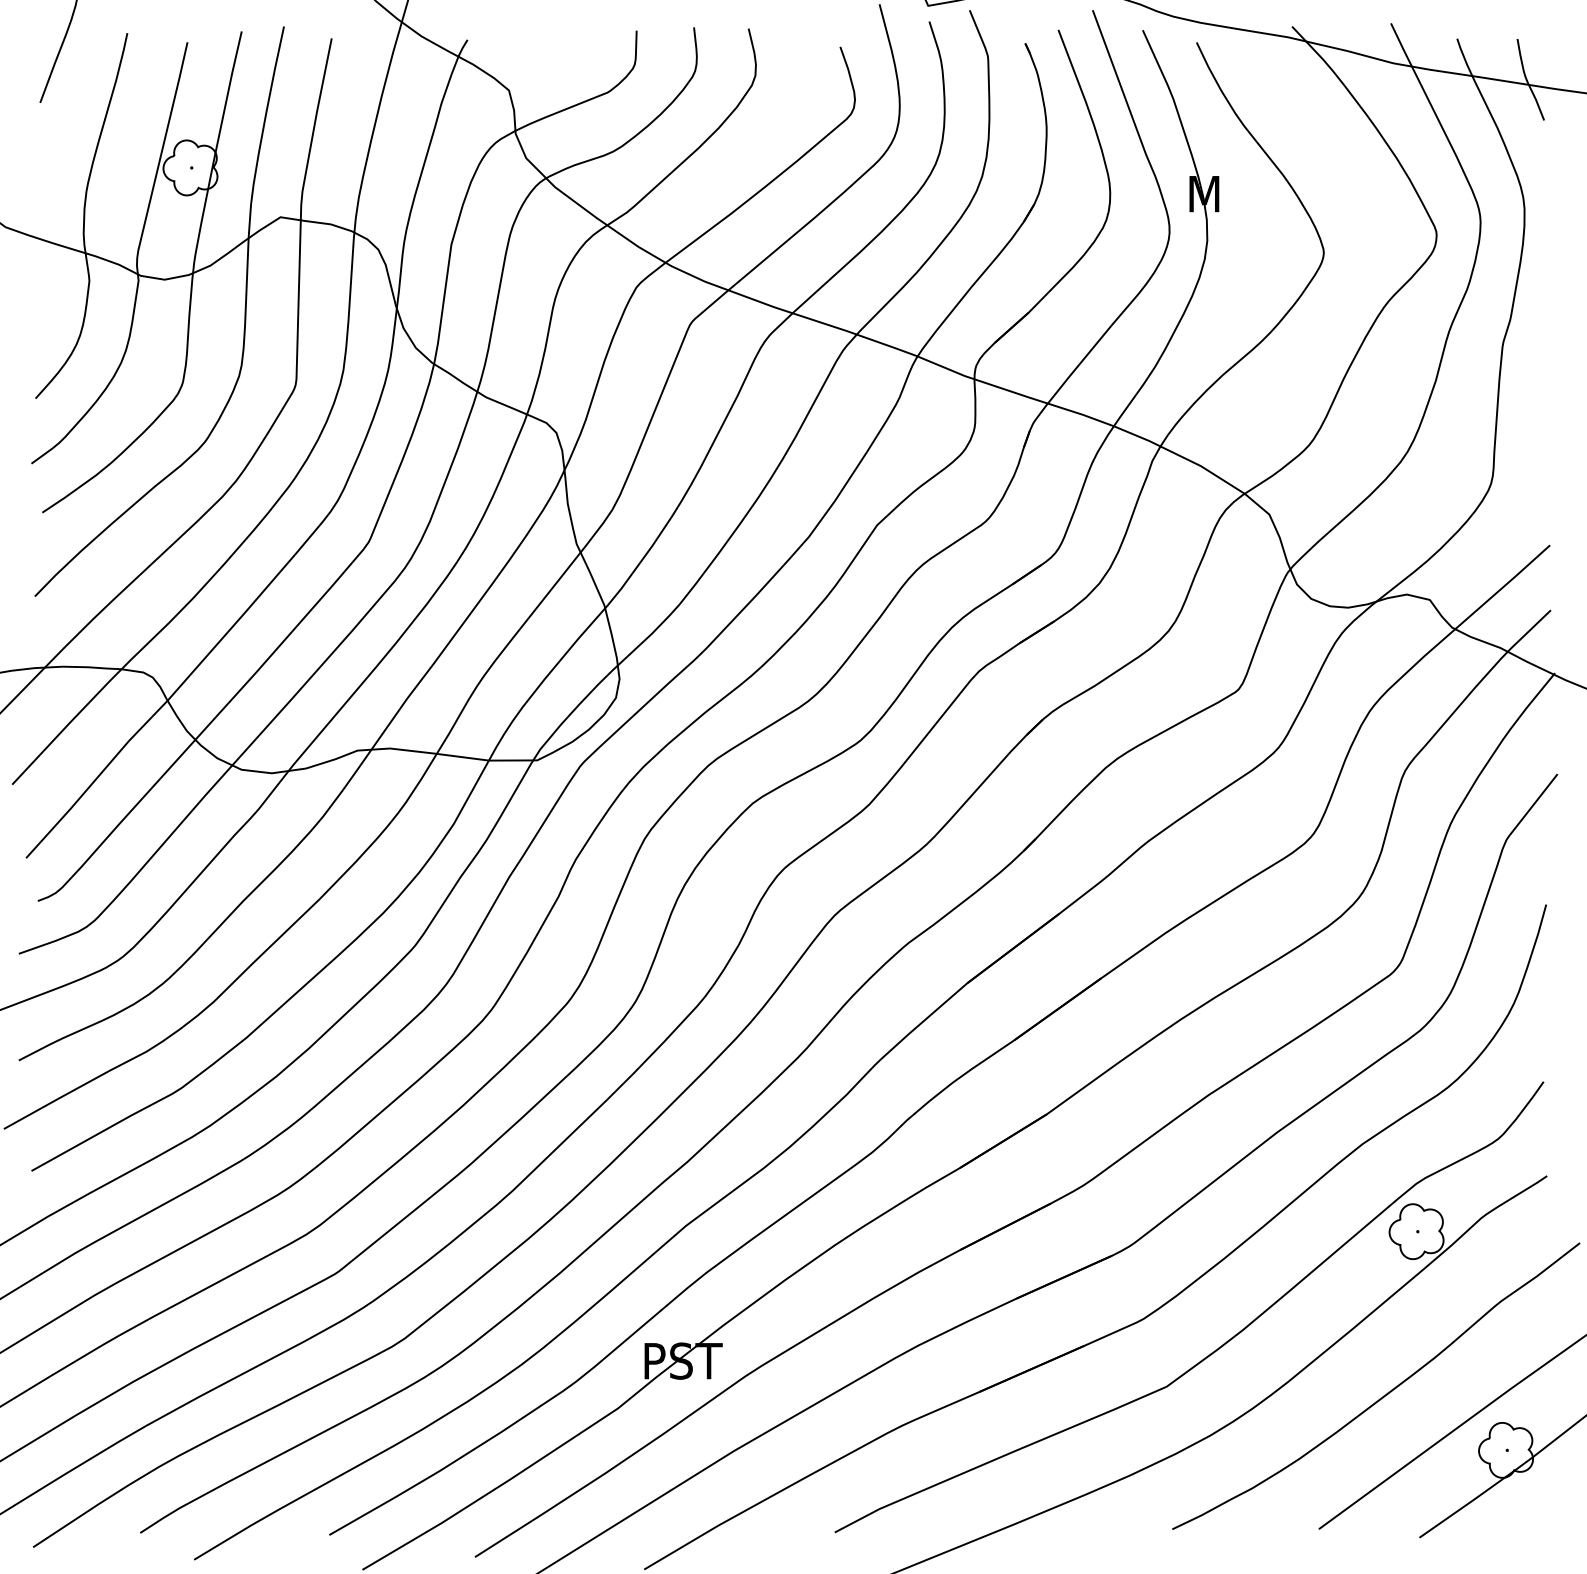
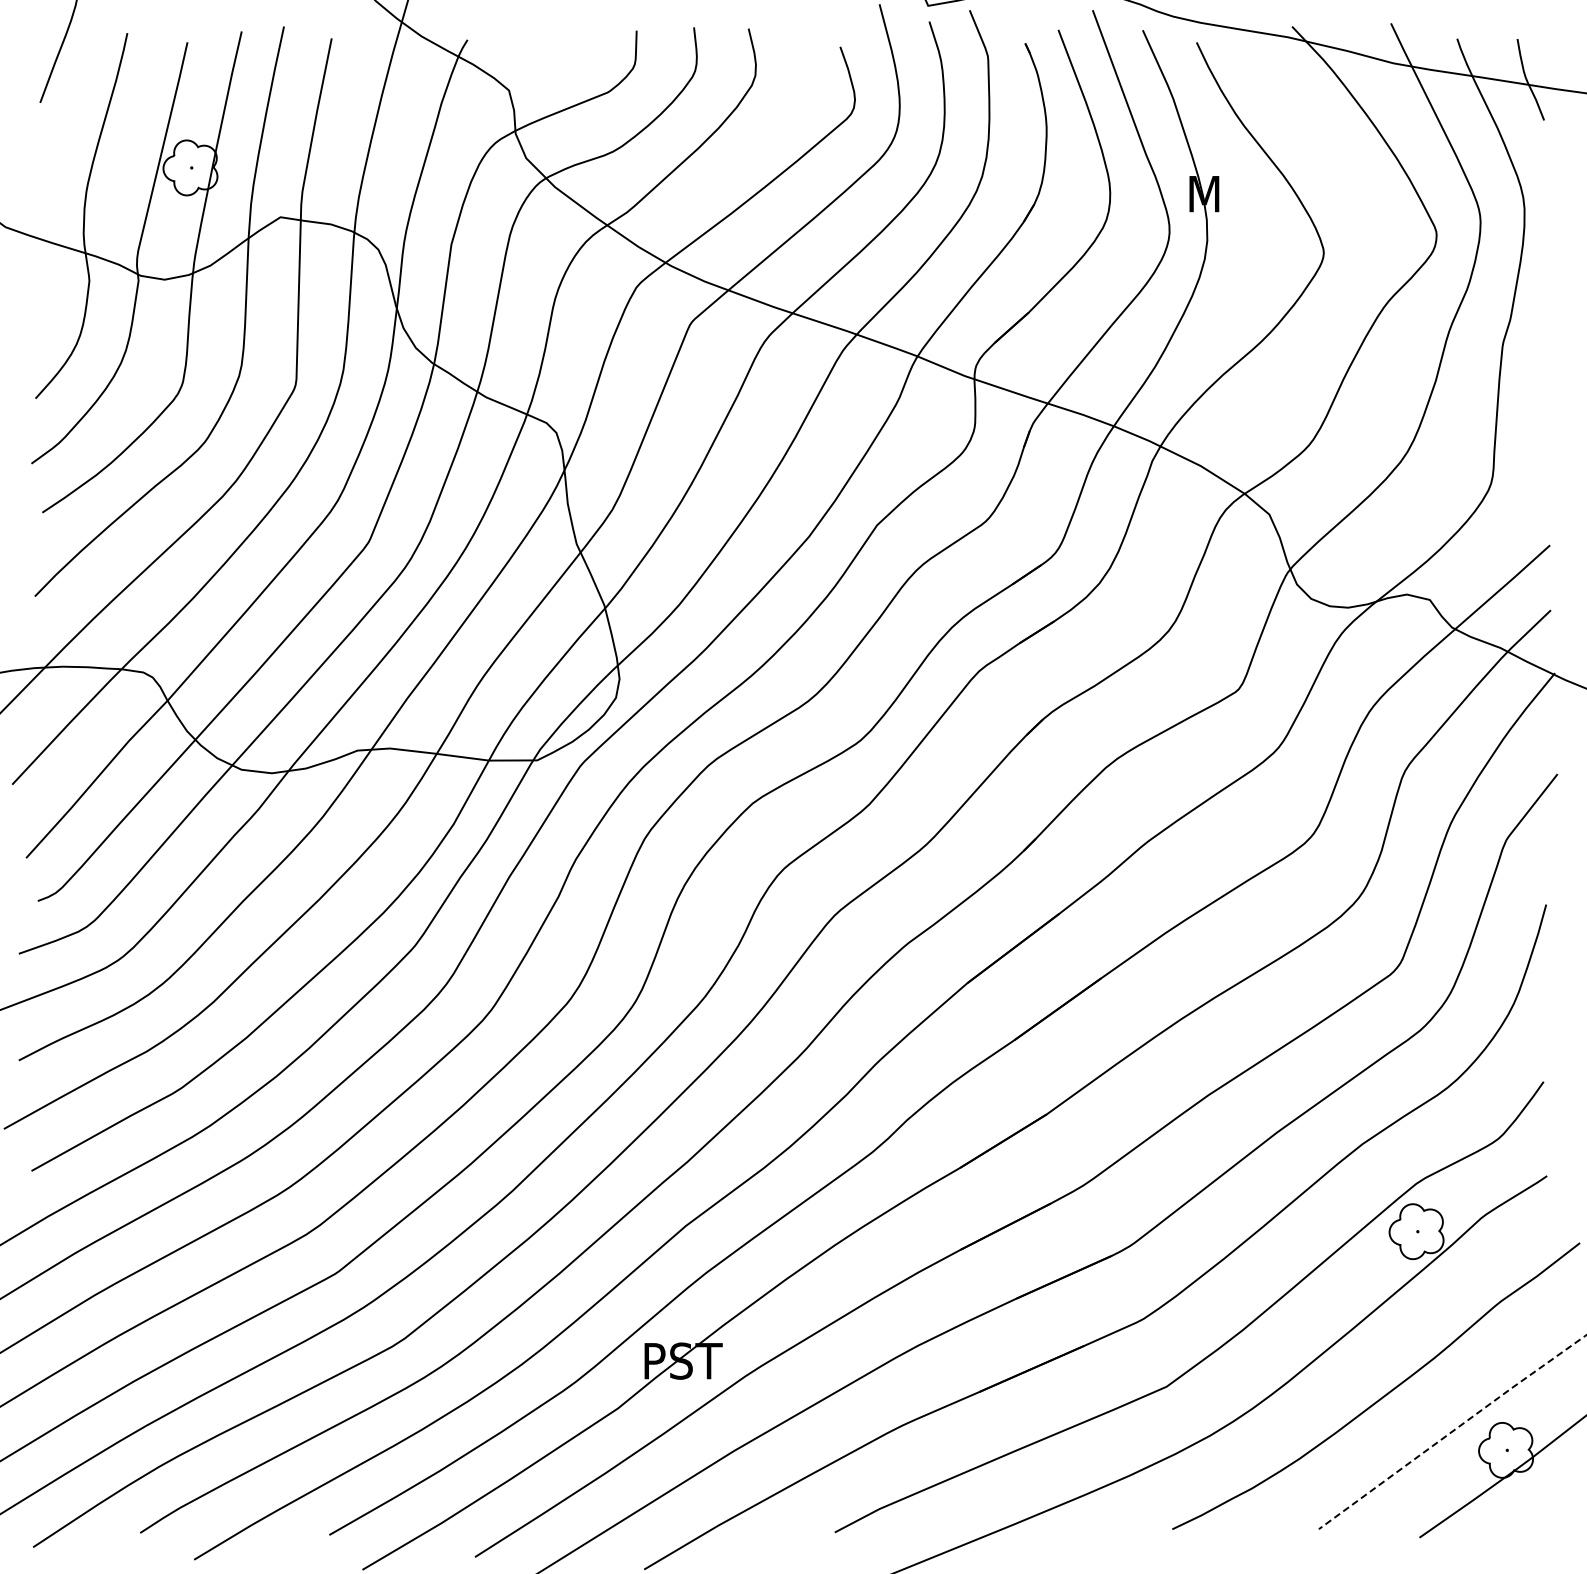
line at (1452, 1431): solid -> dashed
